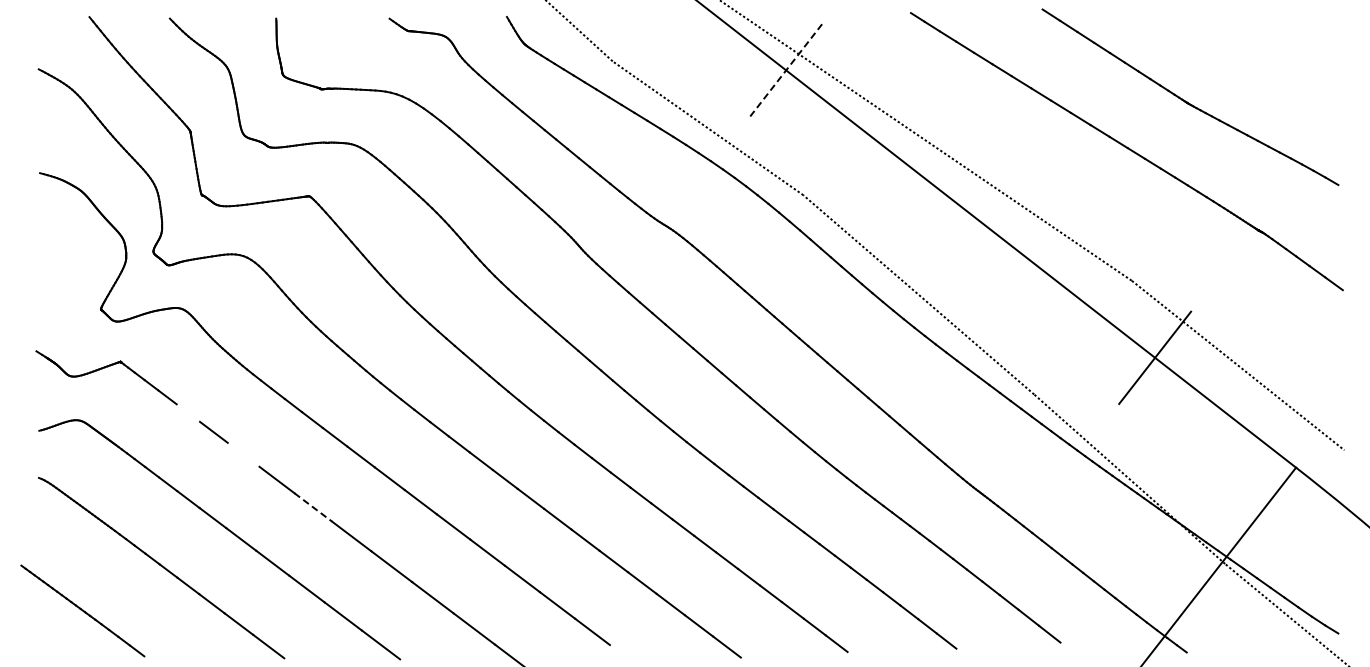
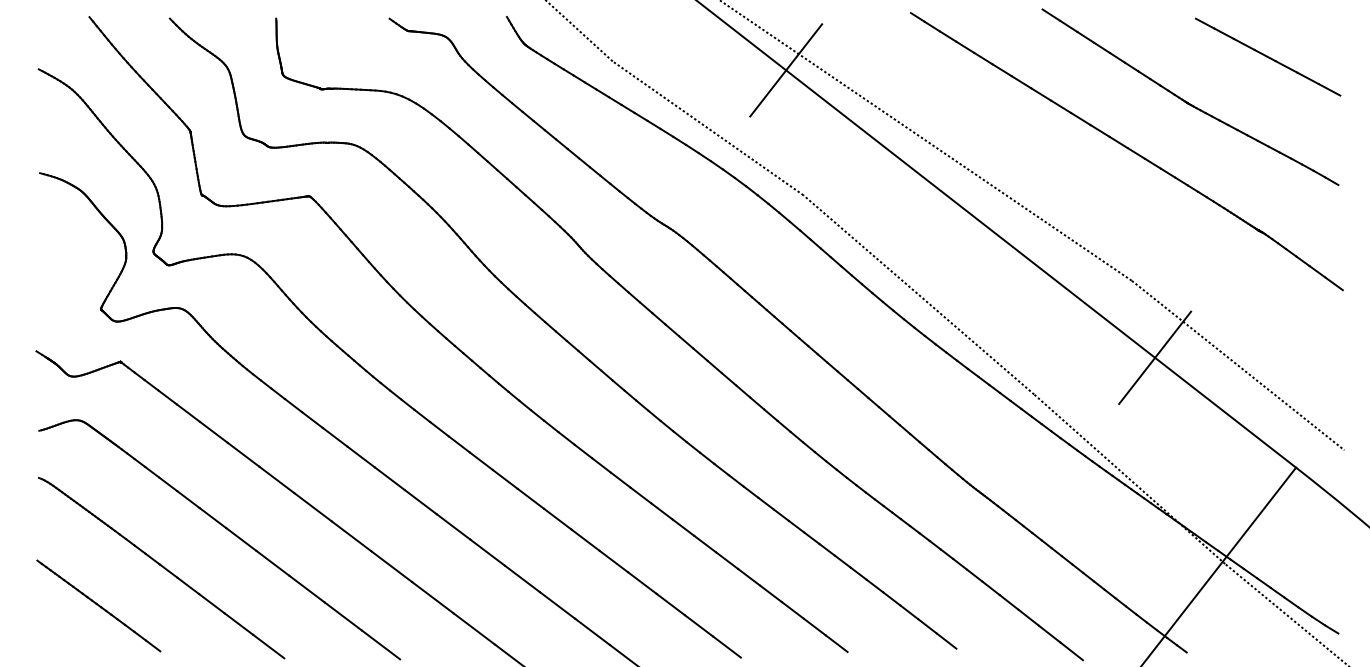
line at (1268, 56): none -> present
line at (785, 70): dashed -> solid
line at (188, 412): none -> present
line at (243, 454): none -> present
line at (313, 507): dashed -> solid
line at (82, 610) position: (82, 610) -> (98, 605)
line at (1071, 651): none -> present
line at (621, 654): none -> present
